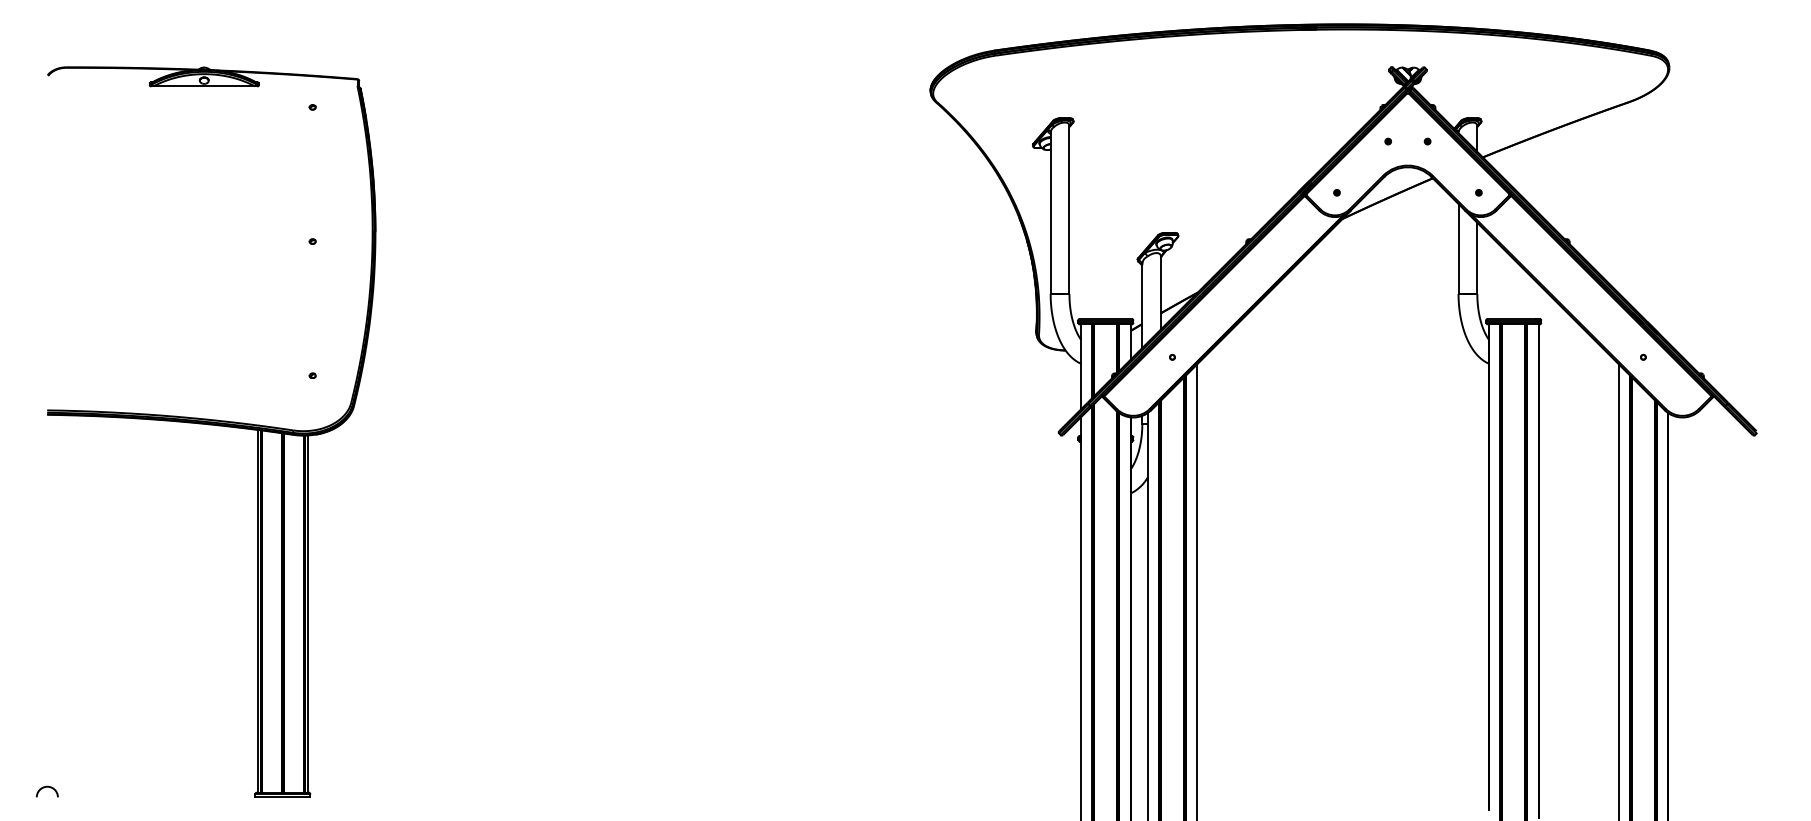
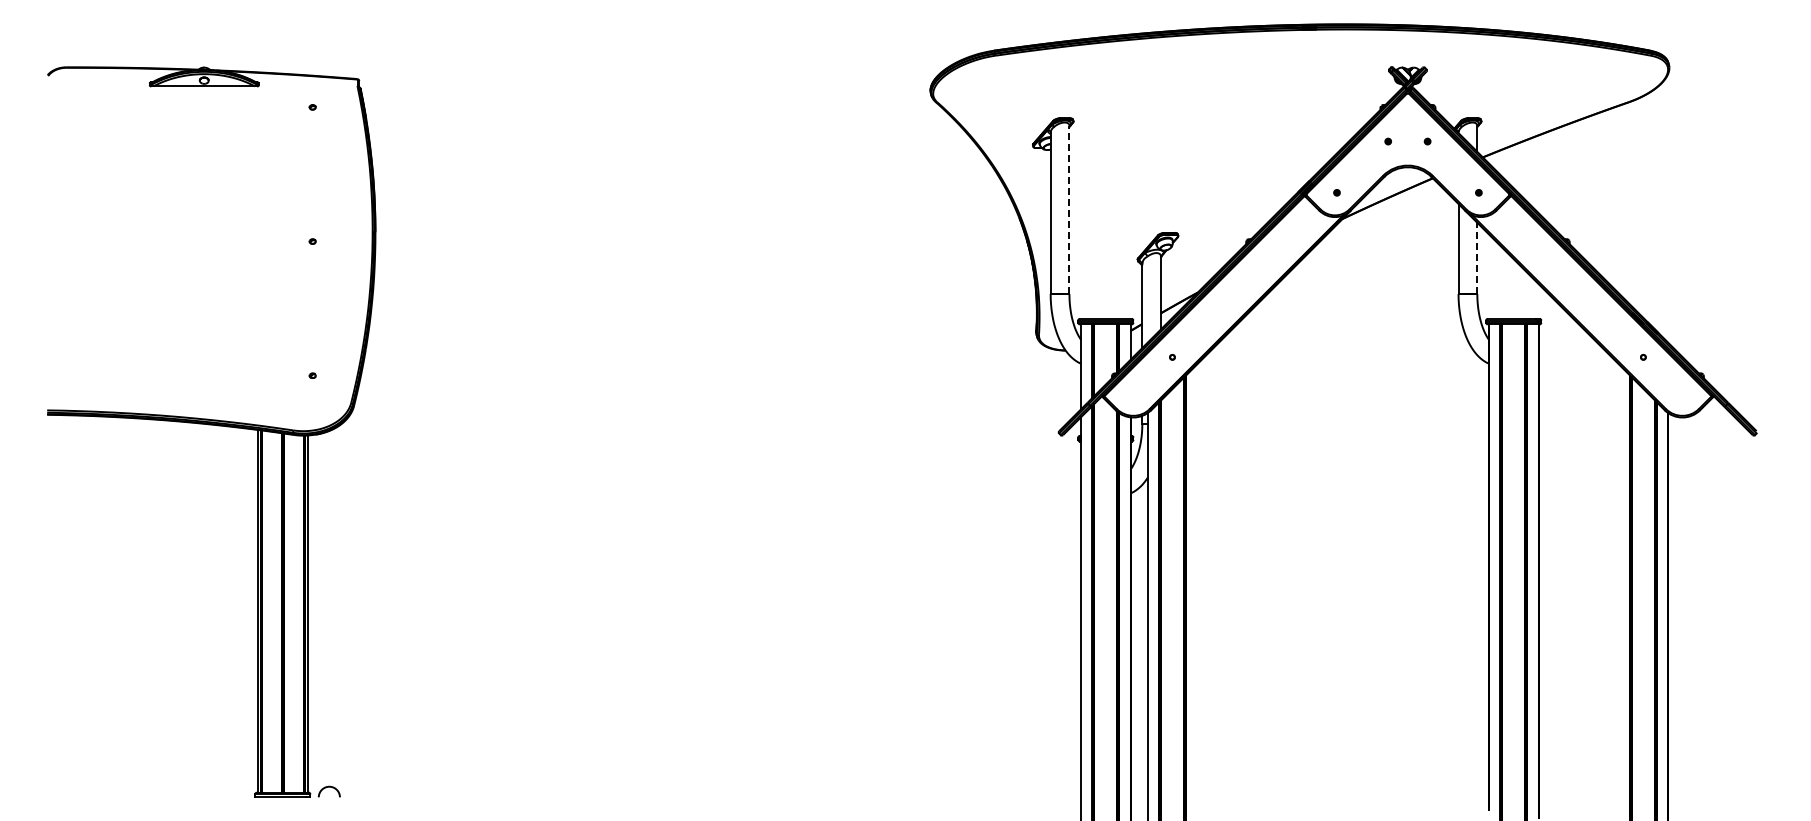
line at (1069, 209): solid -> dashed
line at (1477, 258): solid -> dashed
line at (1197, 590): present -> none
line at (1618, 590): present -> none
arc at (44, 788) position: (44, 788) -> (326, 788)
